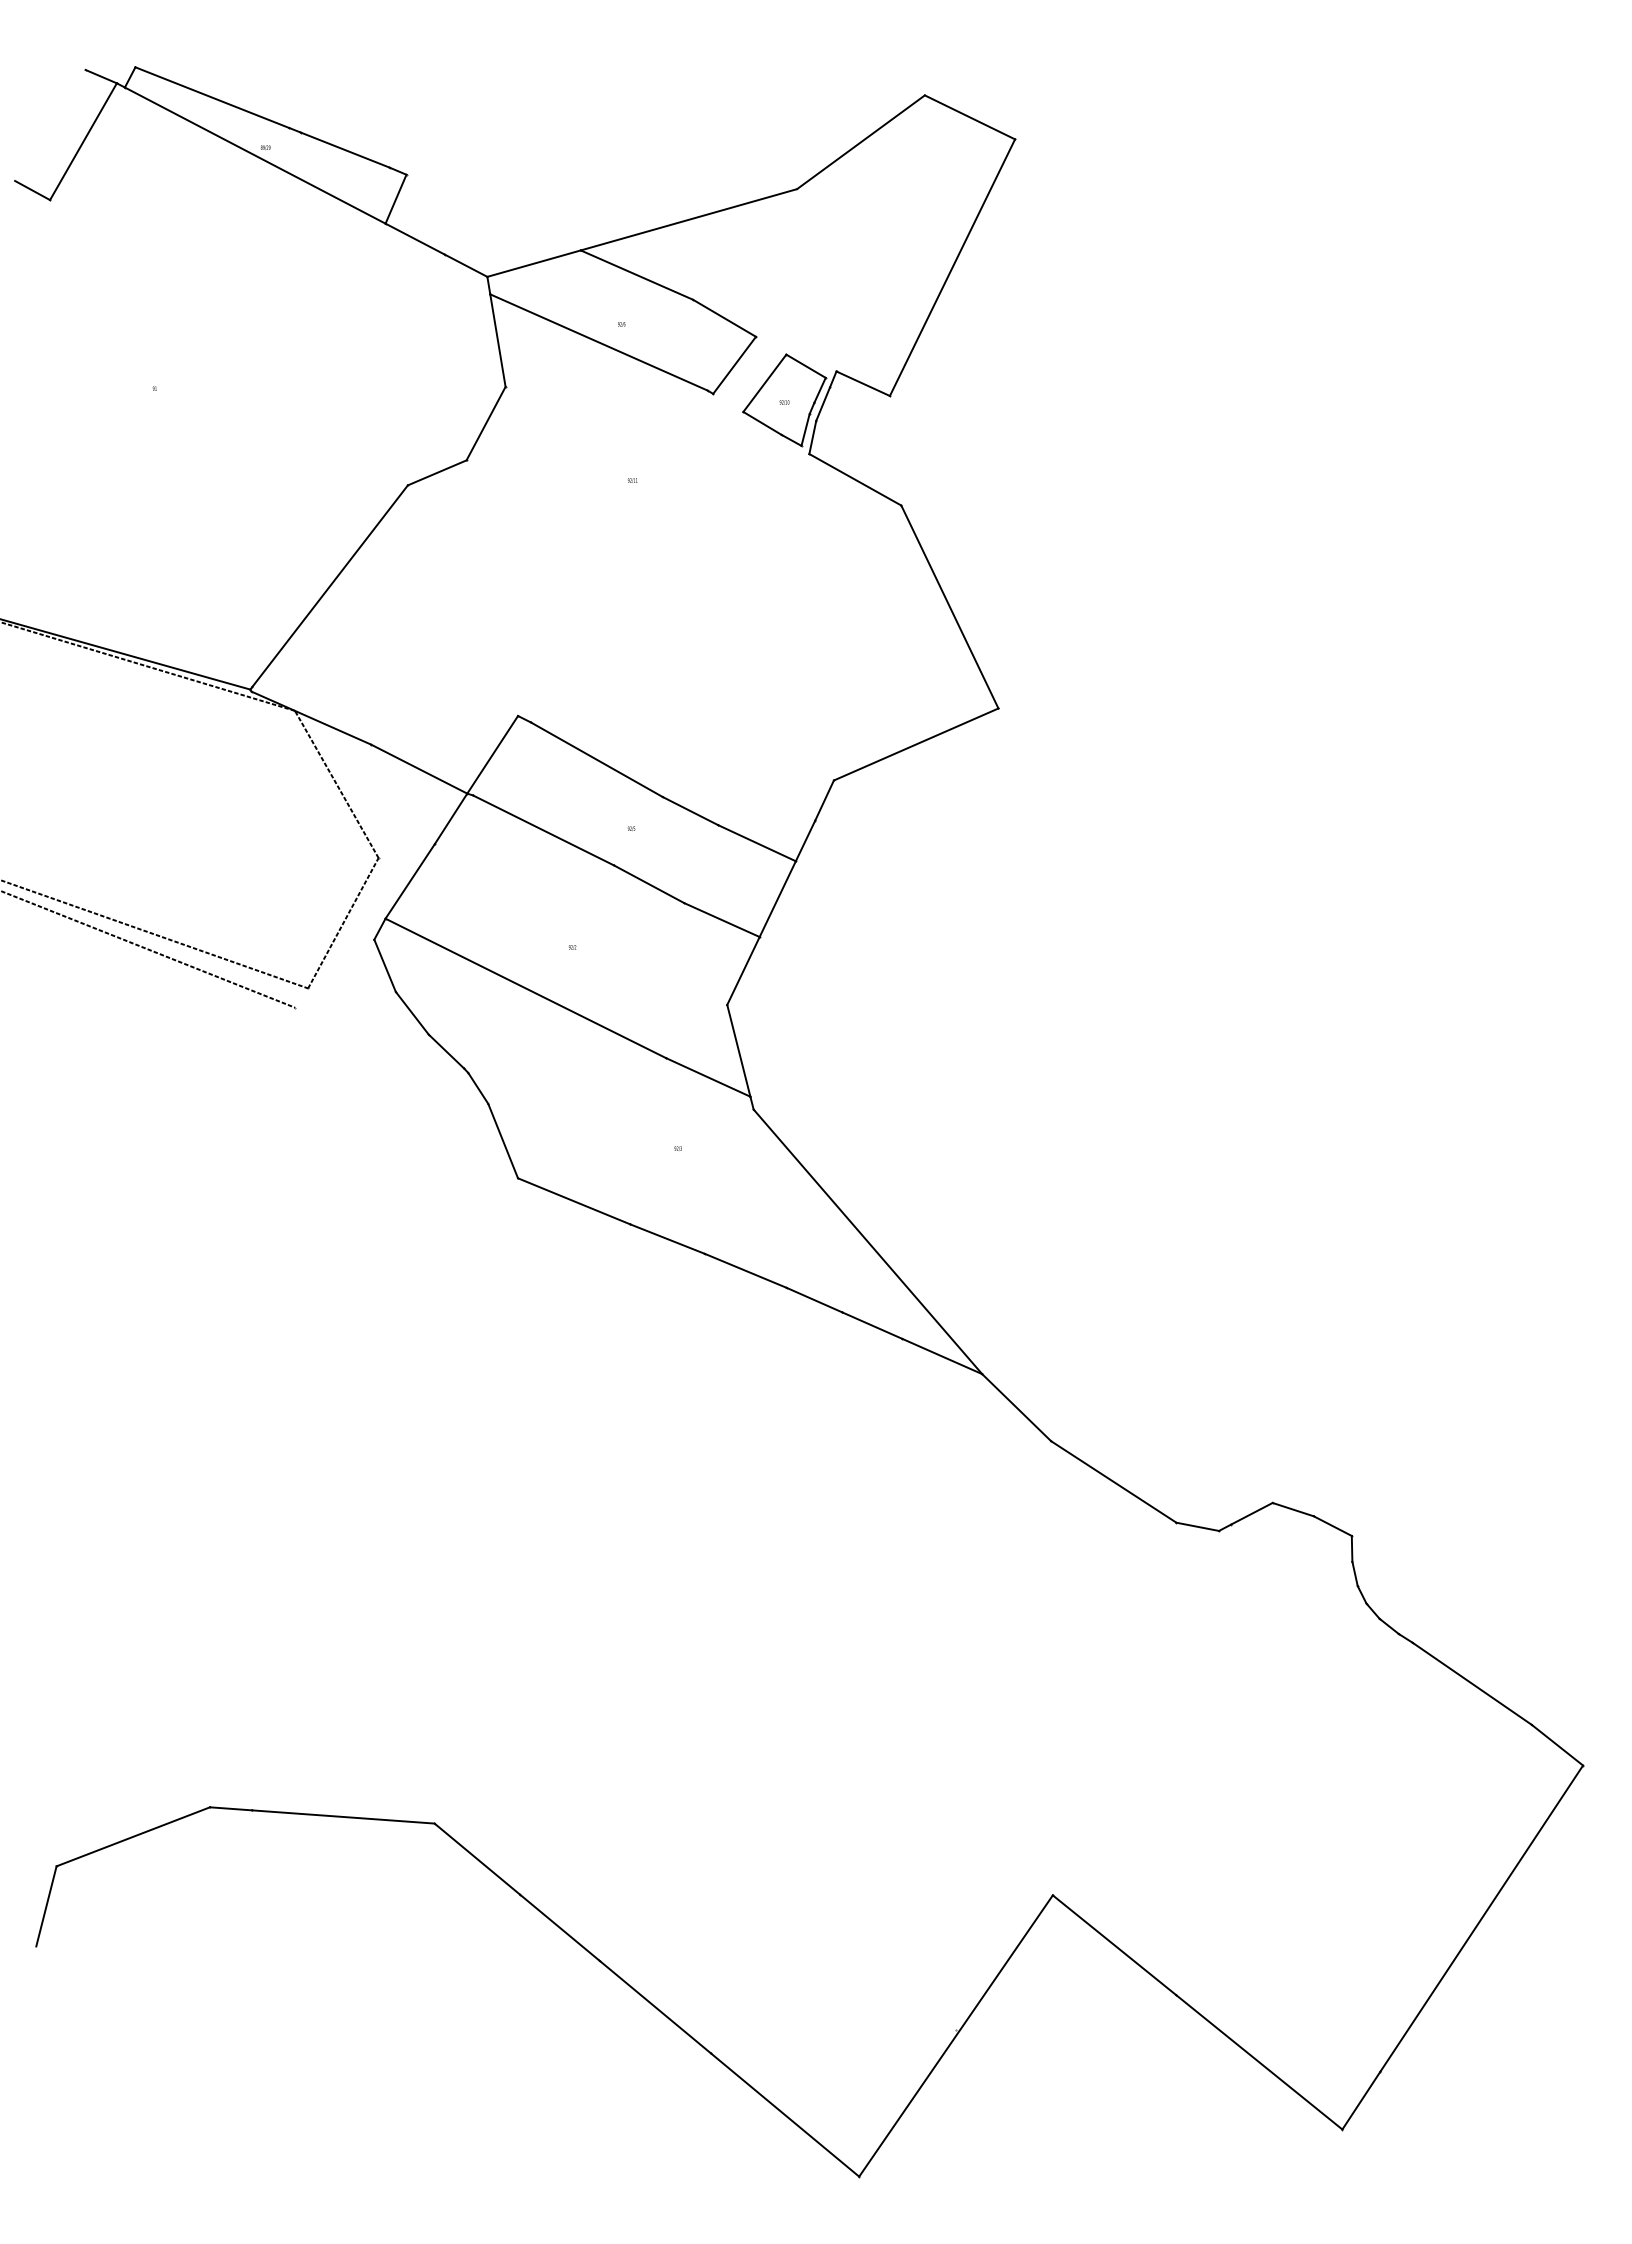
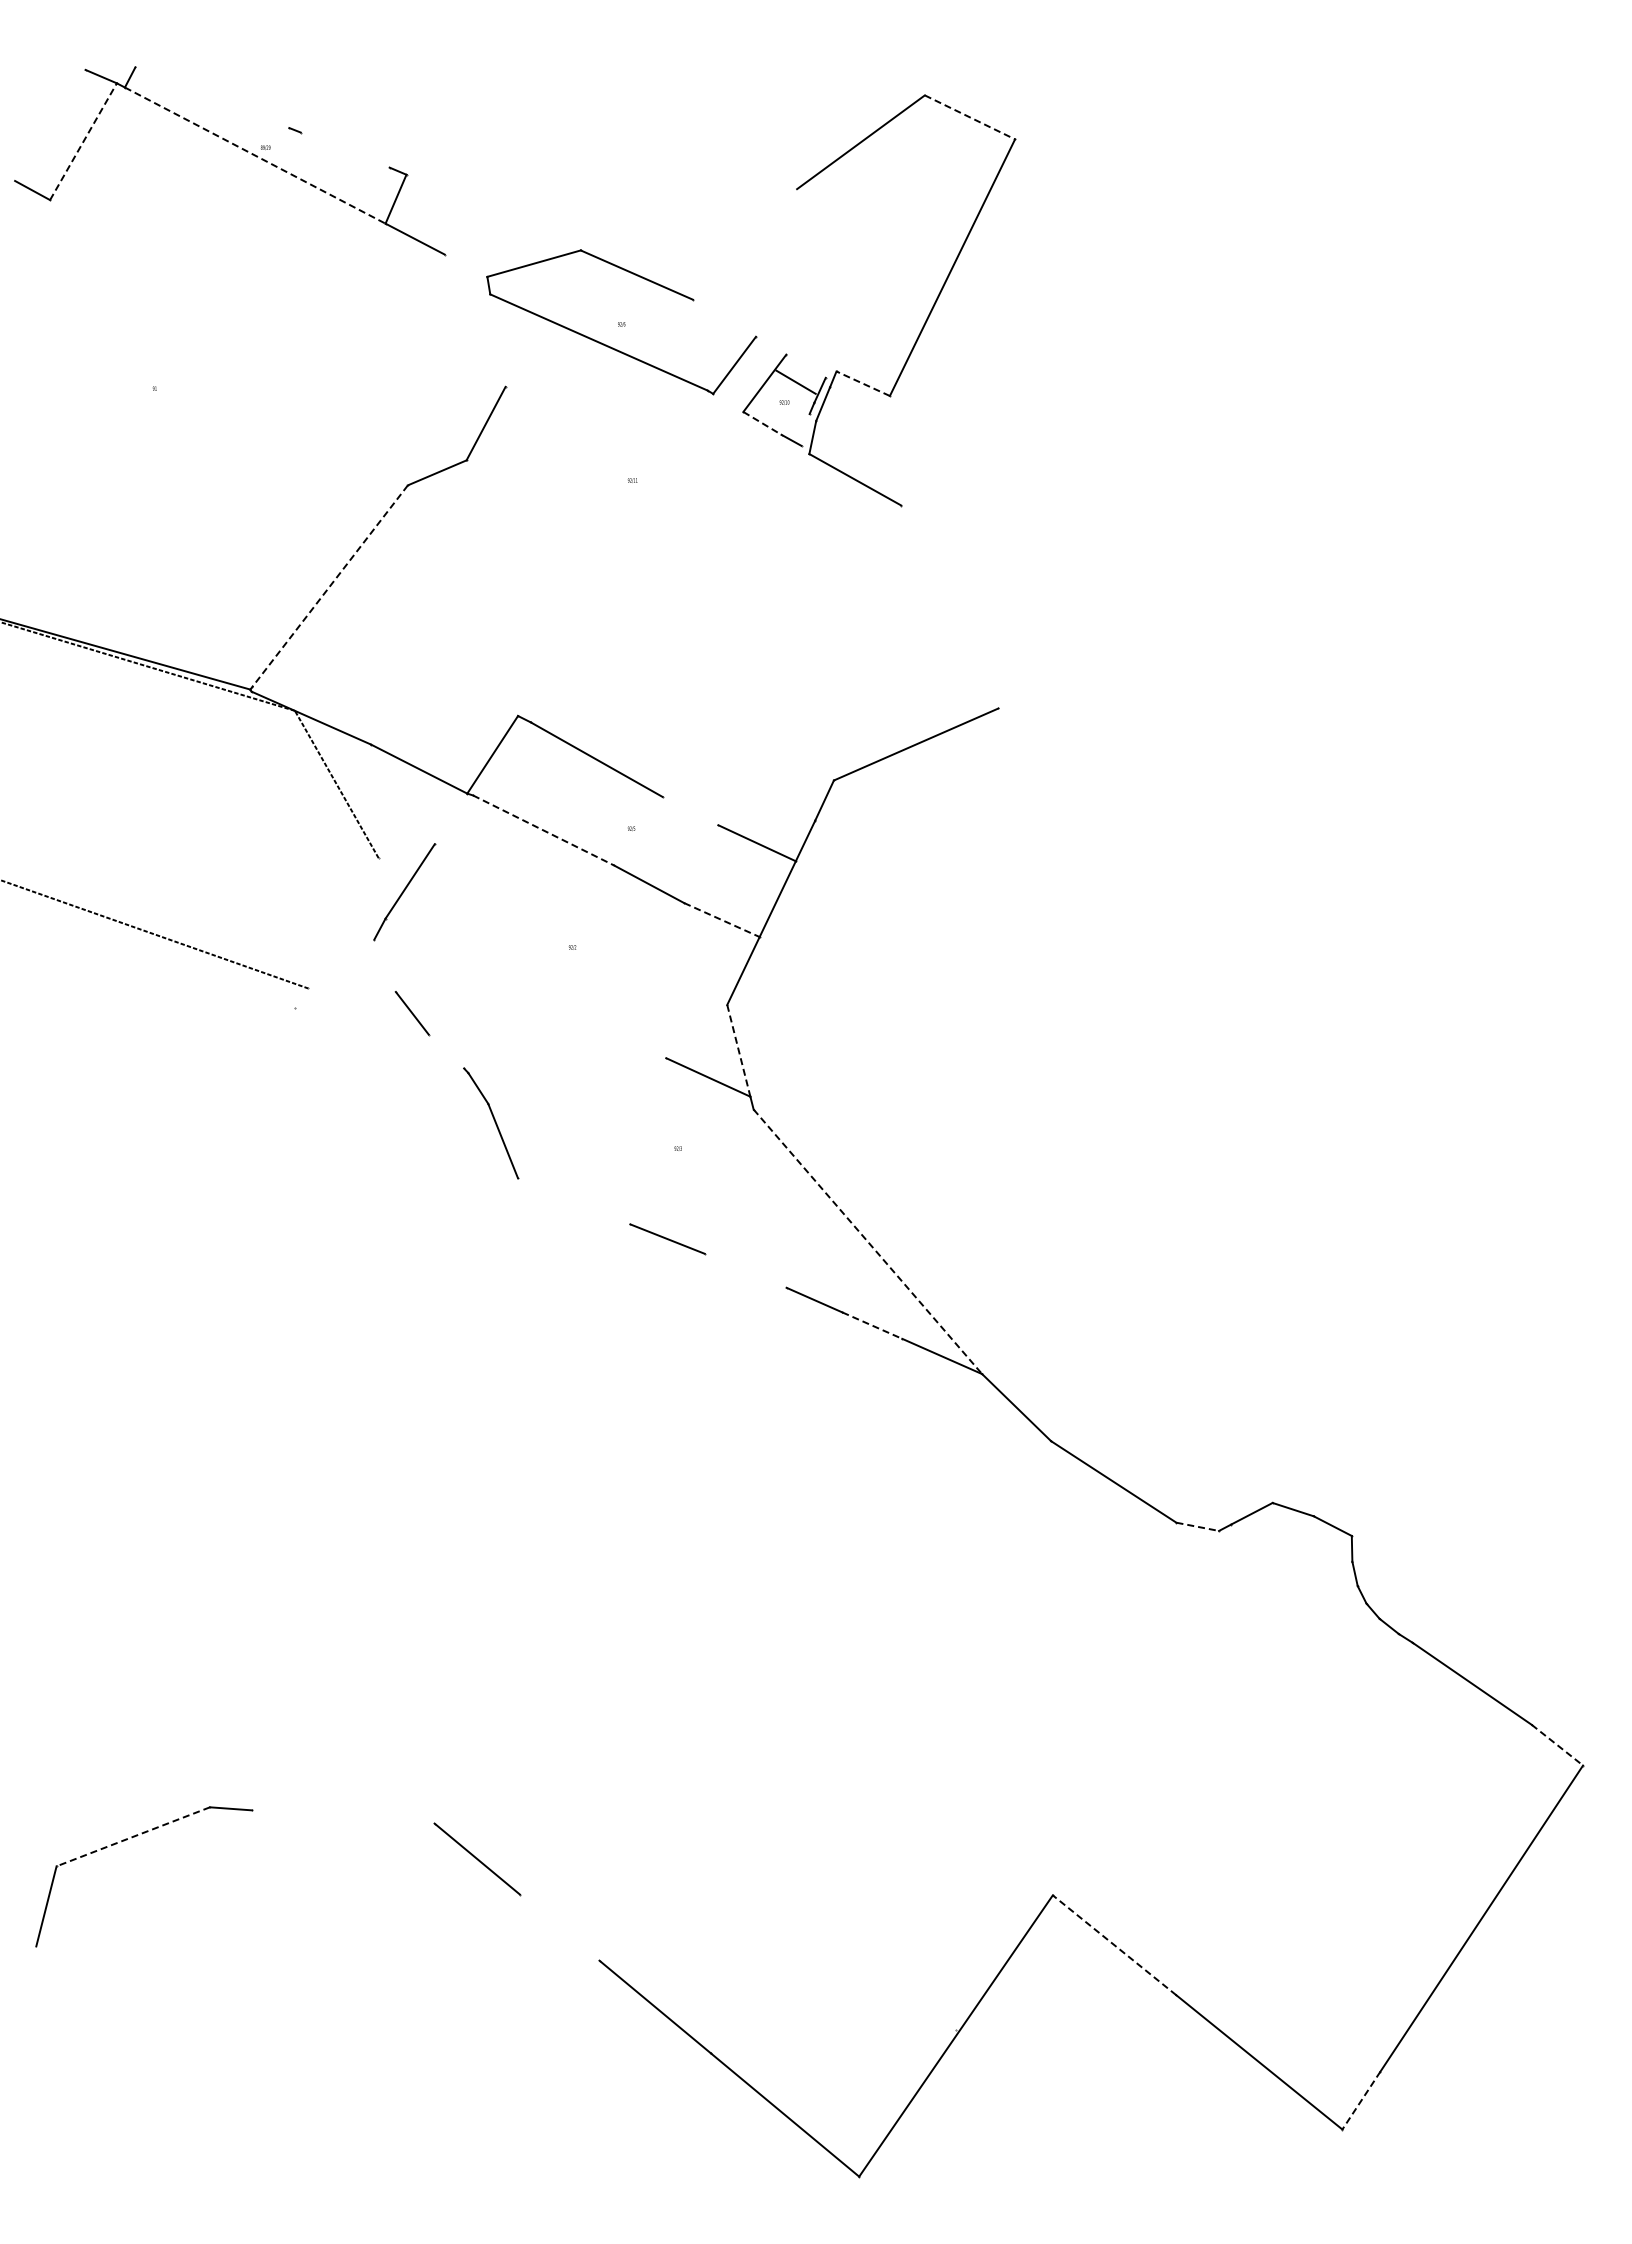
line at (212, 97): present -> none
line at (970, 117): solid -> dashed
line at (83, 141): solid -> dashed
line at (344, 149): present -> none
line at (255, 155): solid -> dashed
line at (688, 219): present -> none
line at (465, 265): present -> none
line at (724, 317): present -> none
line at (497, 340): present -> none
line at (805, 365) position: (805, 365) -> (795, 381)
line at (862, 383): solid -> dashed
line at (762, 423): solid -> dashed
line at (805, 429): present -> none
line at (329, 586): solid -> dashed
line at (949, 606): present -> none
line at (690, 810): present -> none
line at (450, 818): present -> none
line at (543, 830): solid -> dashed
line at (722, 920): solid -> dashed
line at (343, 923): present -> none
line at (148, 949): present -> none
line at (384, 965): present -> none
line at (525, 988): present -> none
line at (446, 1051): present -> none
line at (738, 1051): solid -> dashed
line at (574, 1201): present -> none
line at (867, 1241): solid -> dashed
line at (745, 1270): present -> none
line at (872, 1325): solid -> dashed
line at (1197, 1526): solid -> dashed
line at (1557, 1745): solid -> dashed
line at (343, 1816): present -> none
line at (132, 1837): solid -> dashed
line at (559, 1927): present -> none
line at (1114, 1945): solid -> dashed
line at (1361, 2100): solid -> dashed
